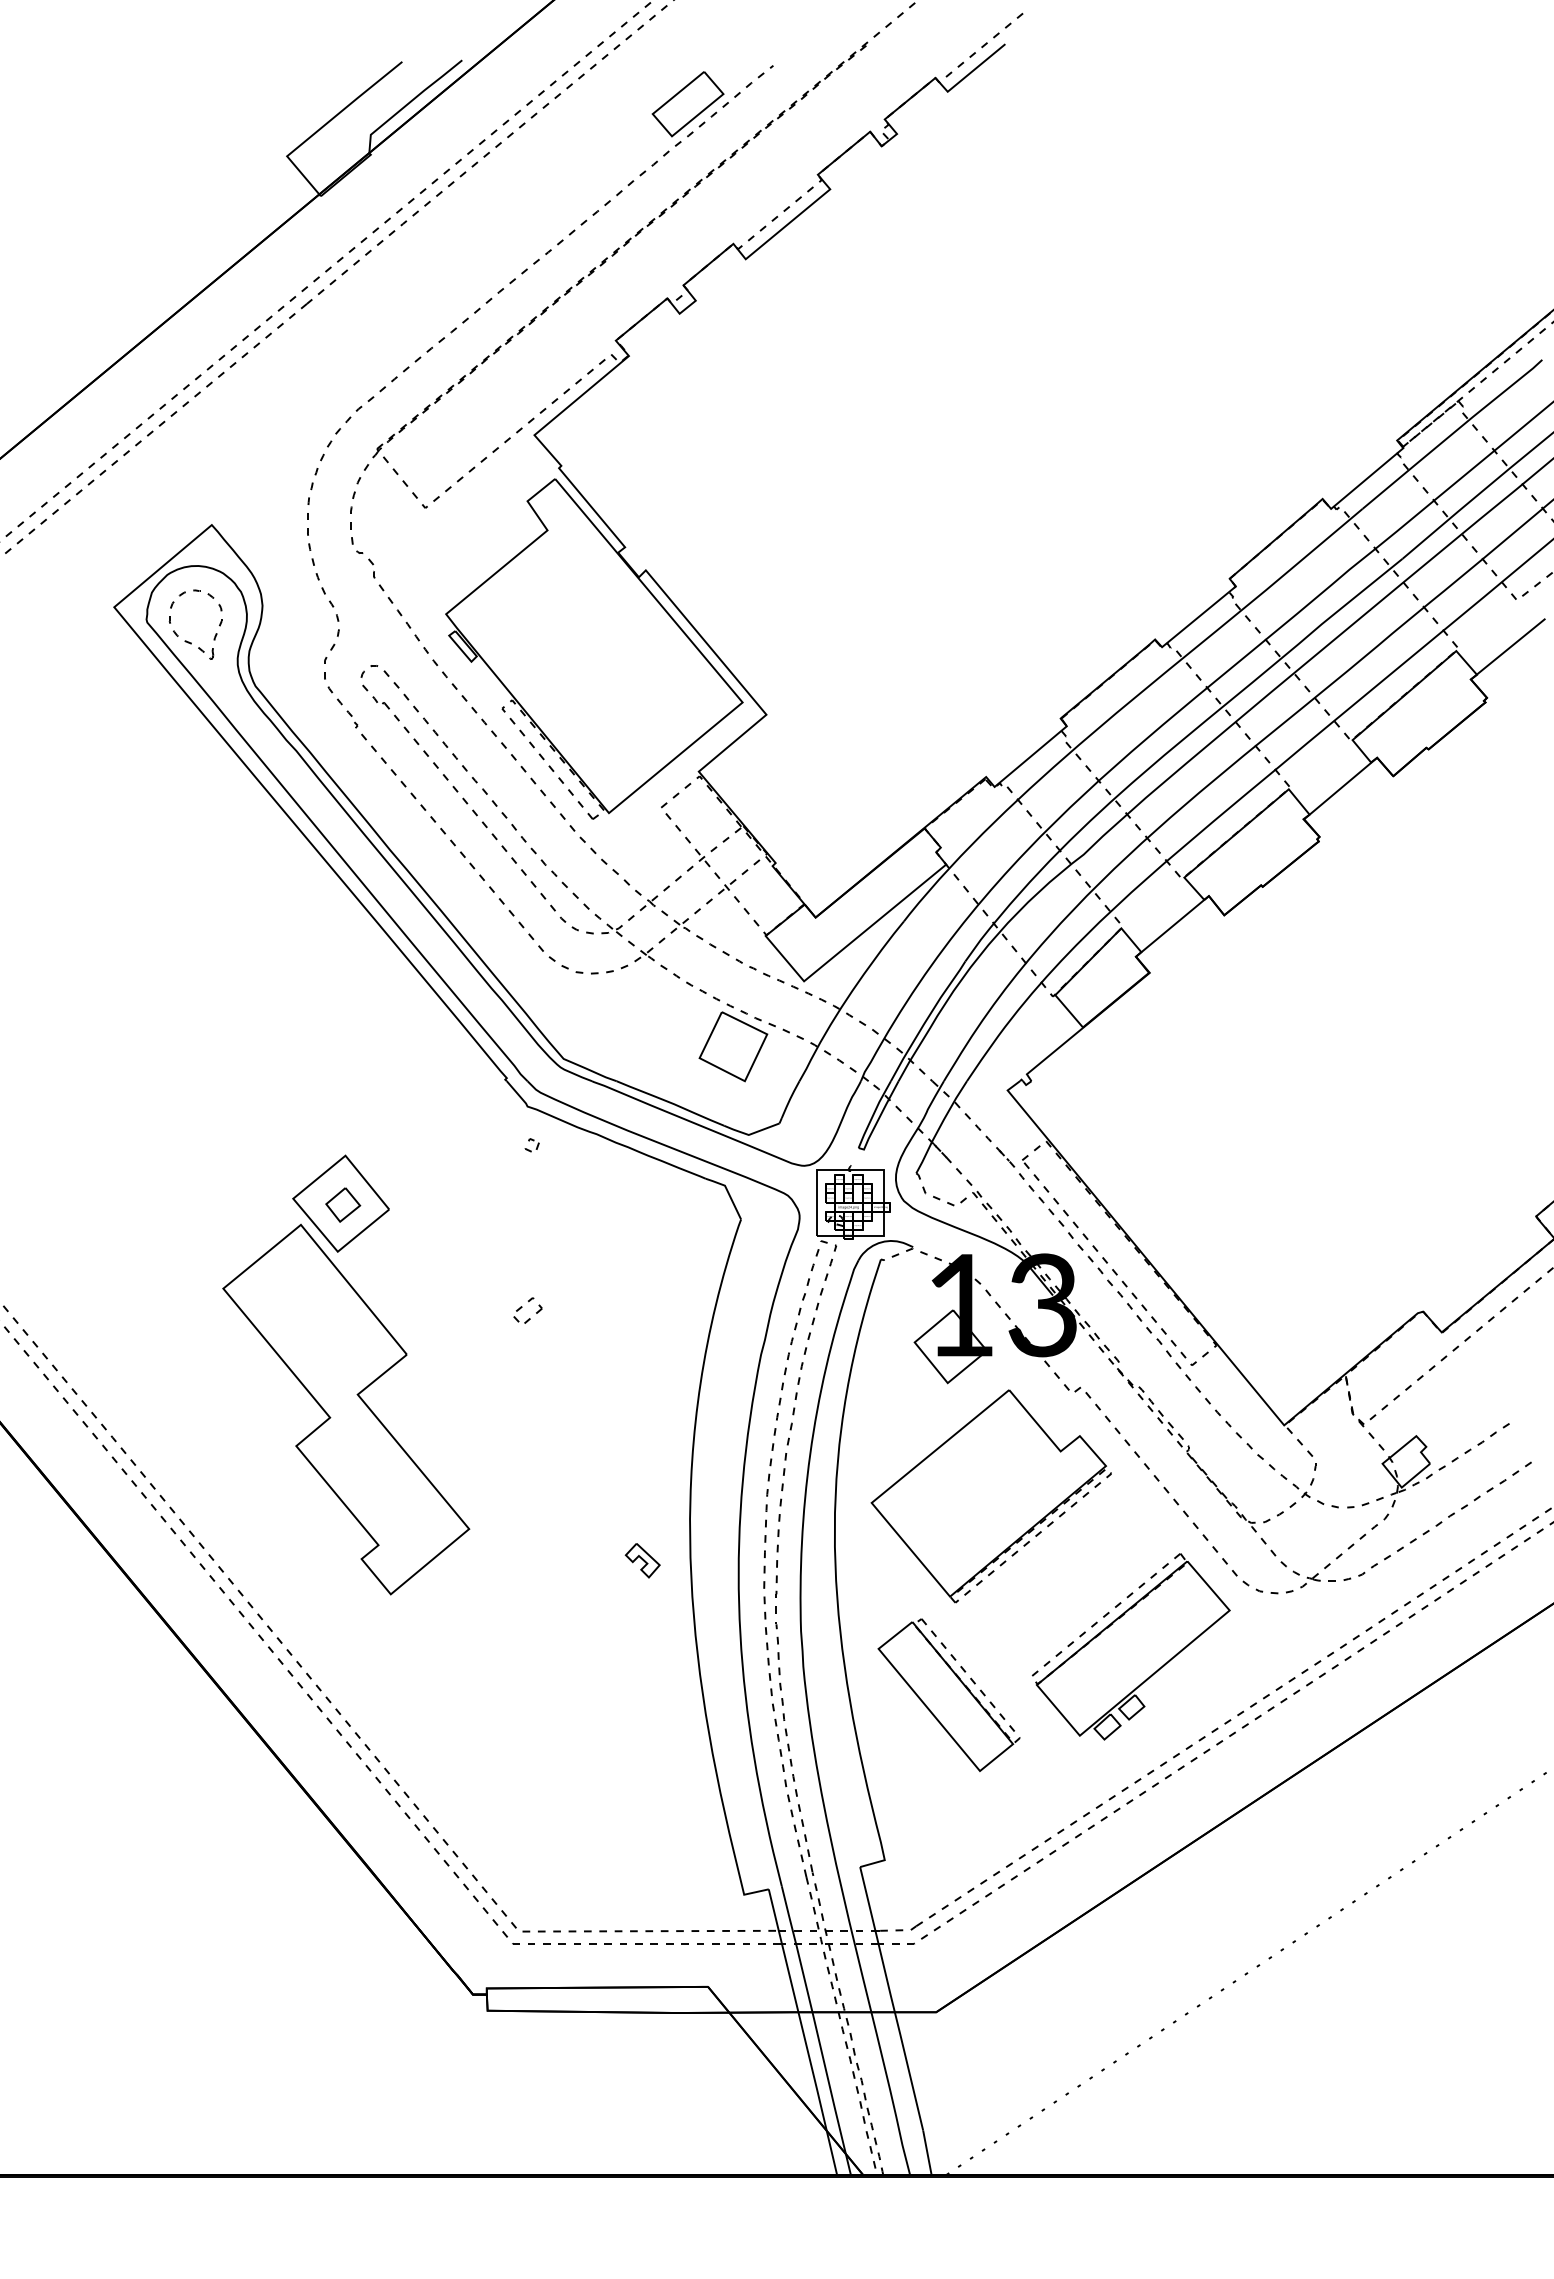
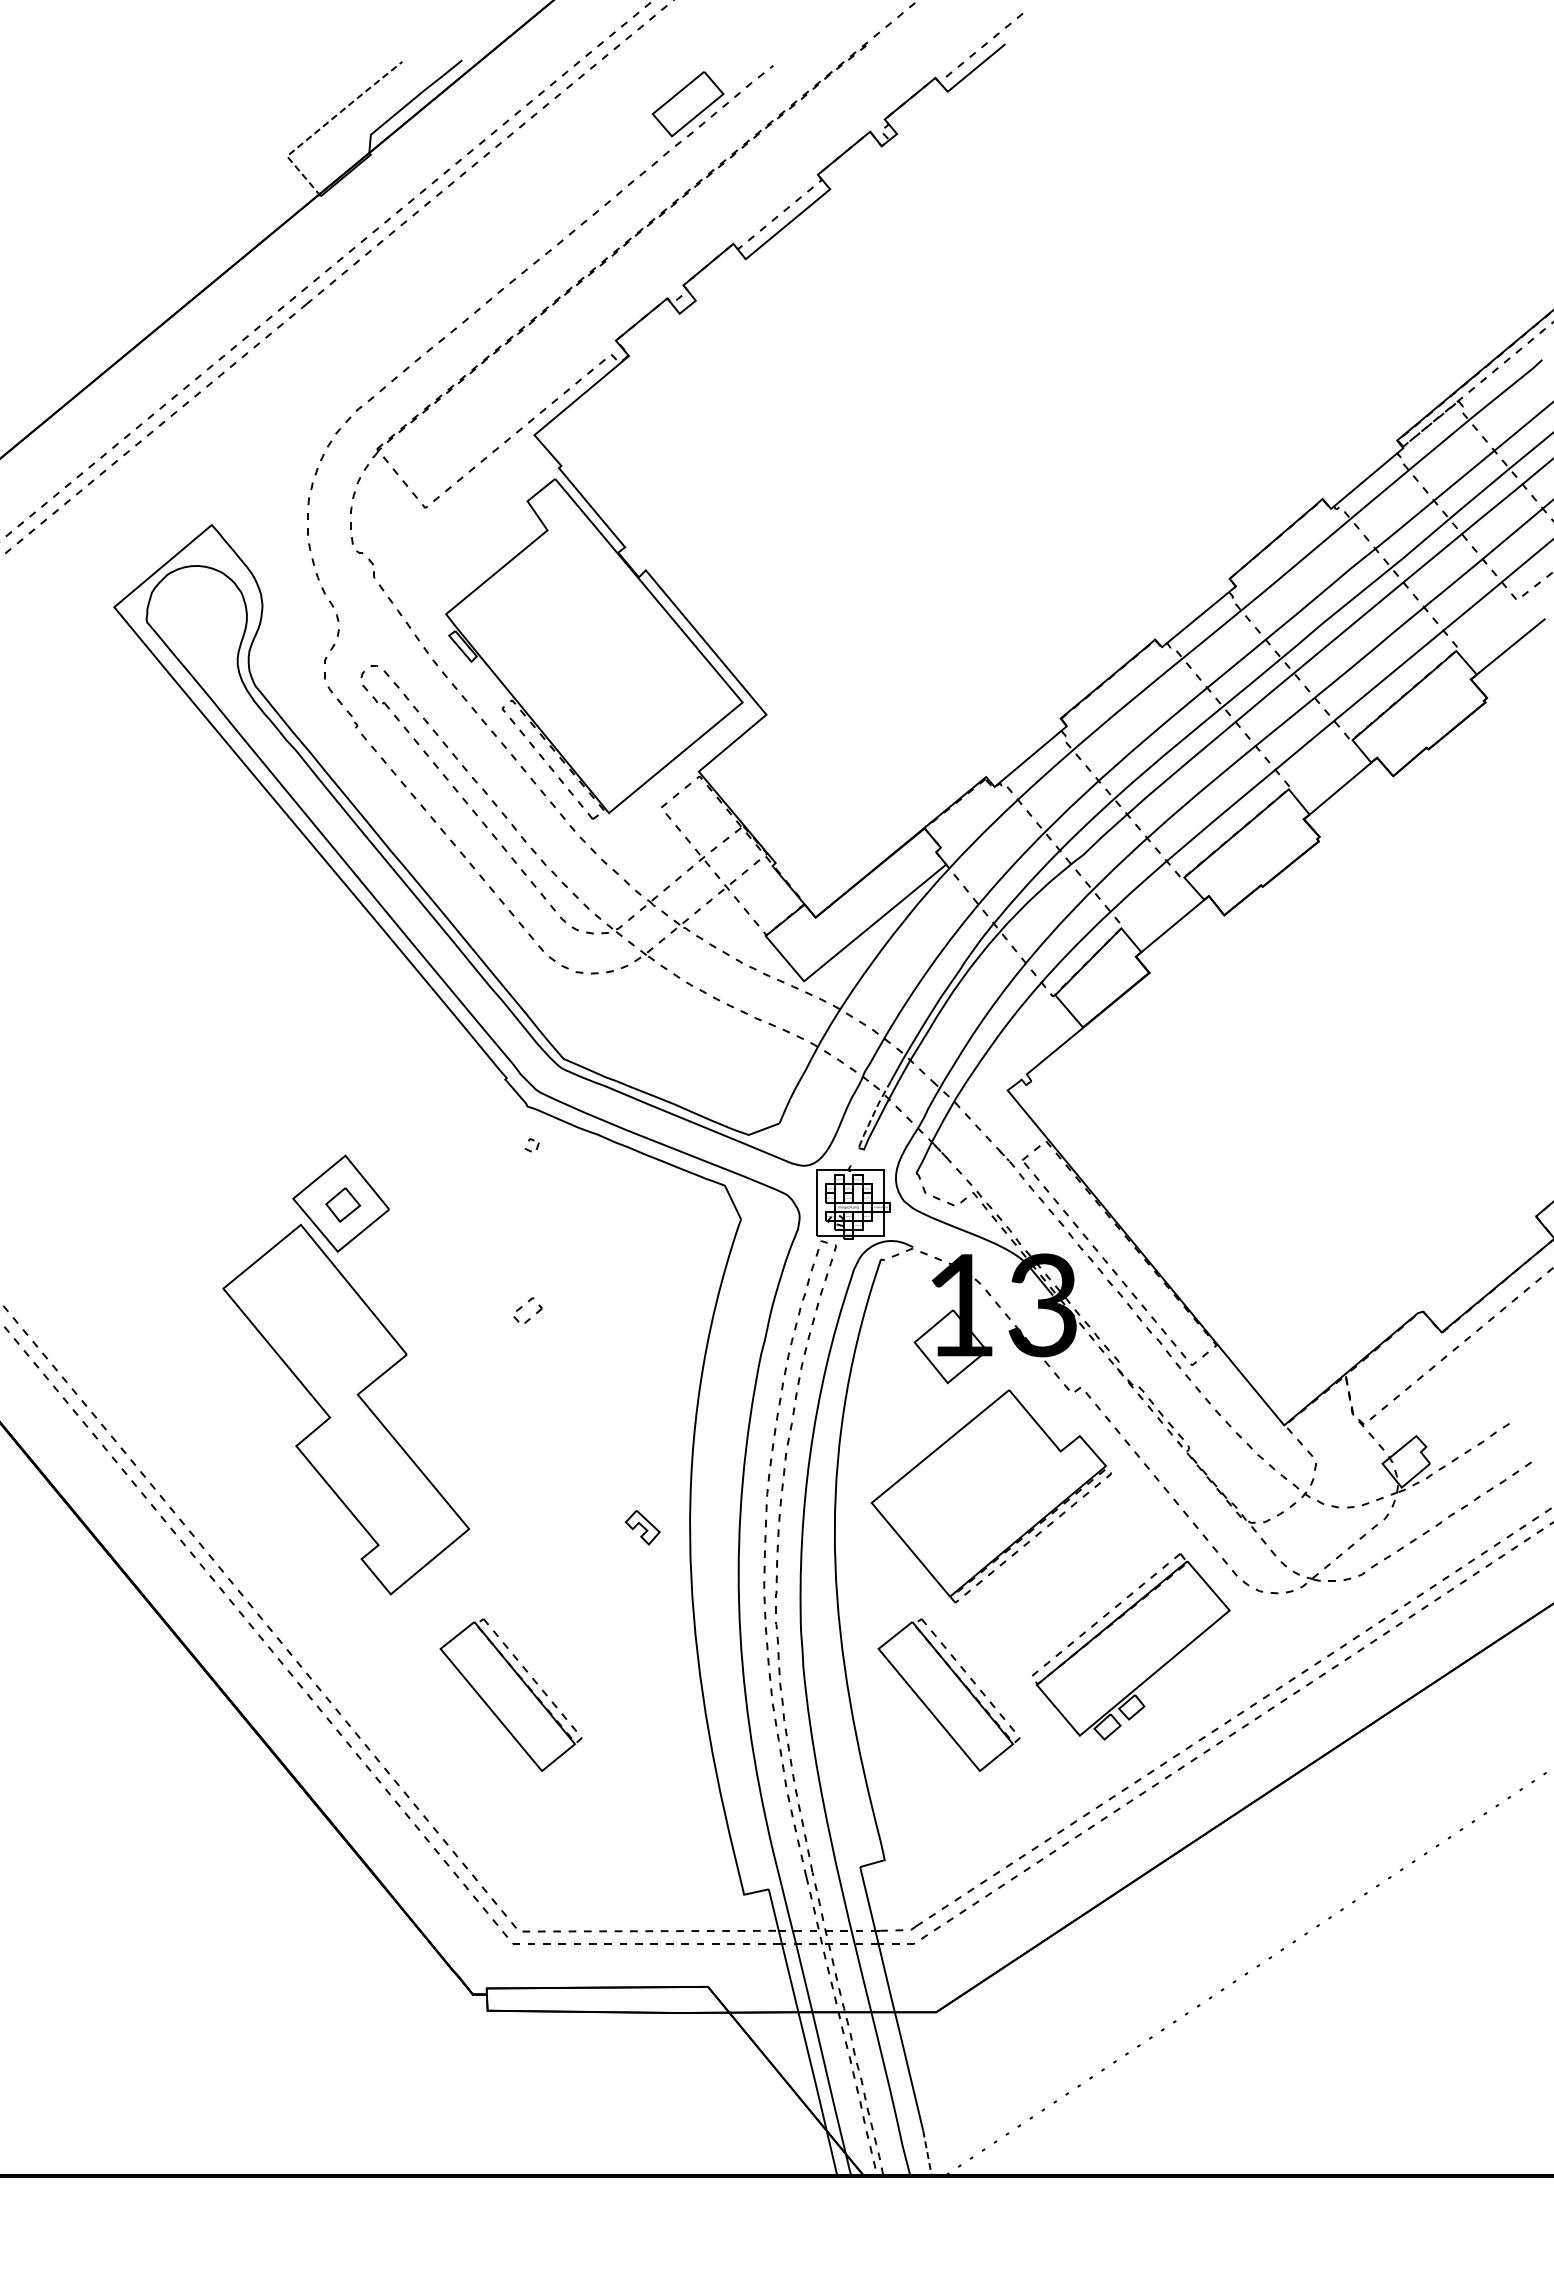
line at (324, 125): solid -> dashed
part at (189, 641): present -> none
part at (733, 1046): present -> none
line at (873, 1114): solid -> dashed
part at (642, 1560) position: (642, 1560) -> (642, 1527)
part at (510, 1694): none -> present
line at (927, 2152): solid -> dashed
